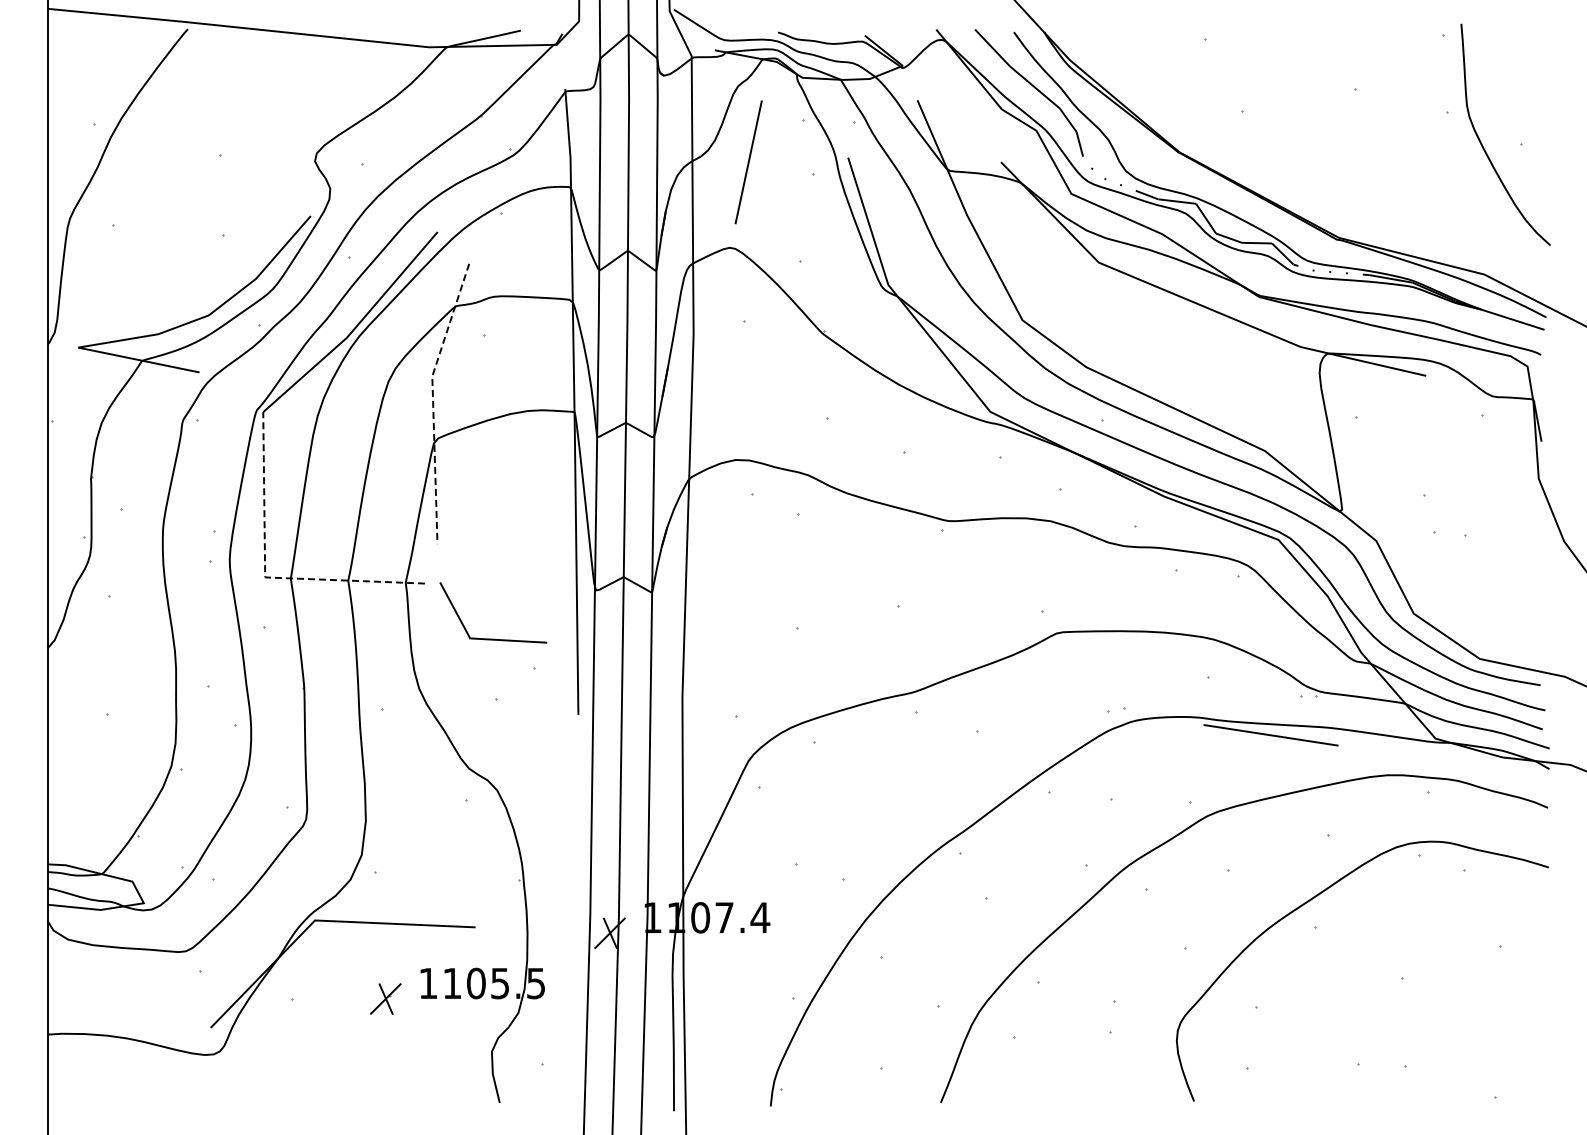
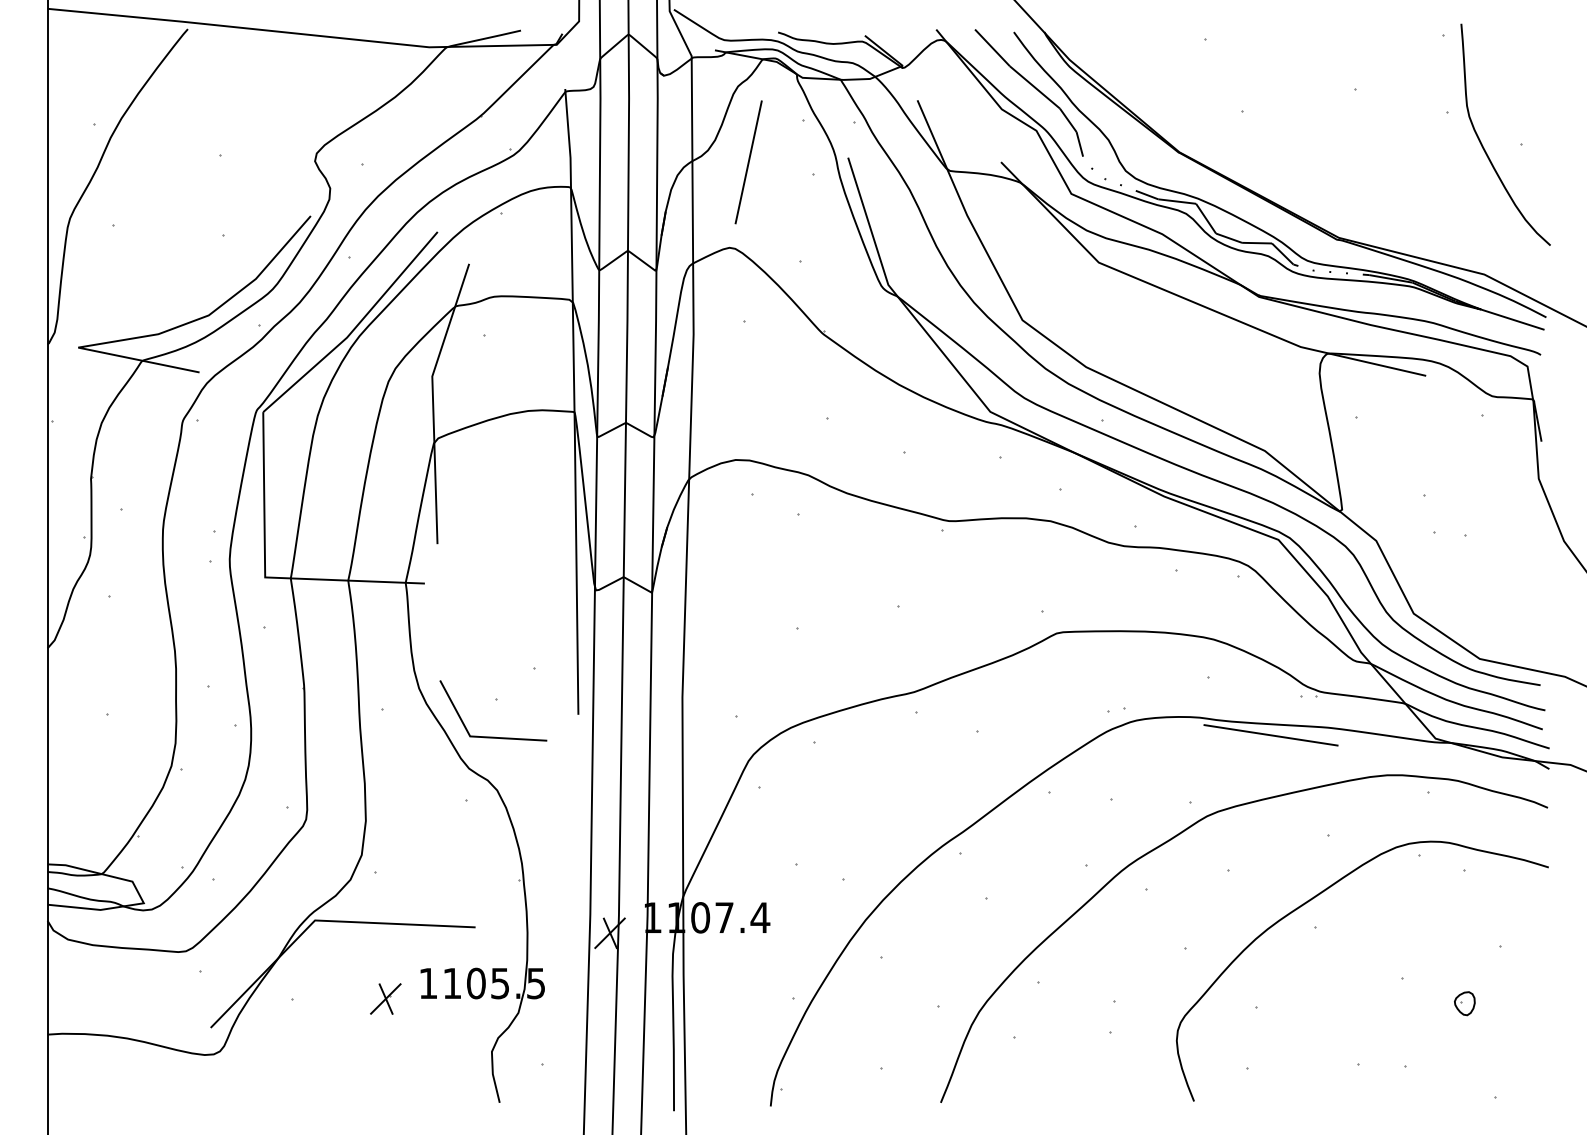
line at (433, 400): dashed -> solid
line at (265, 574): dashed -> solid
line at (493, 638) position: (493, 638) -> (493, 736)
part at (1464, 1003): none -> present
